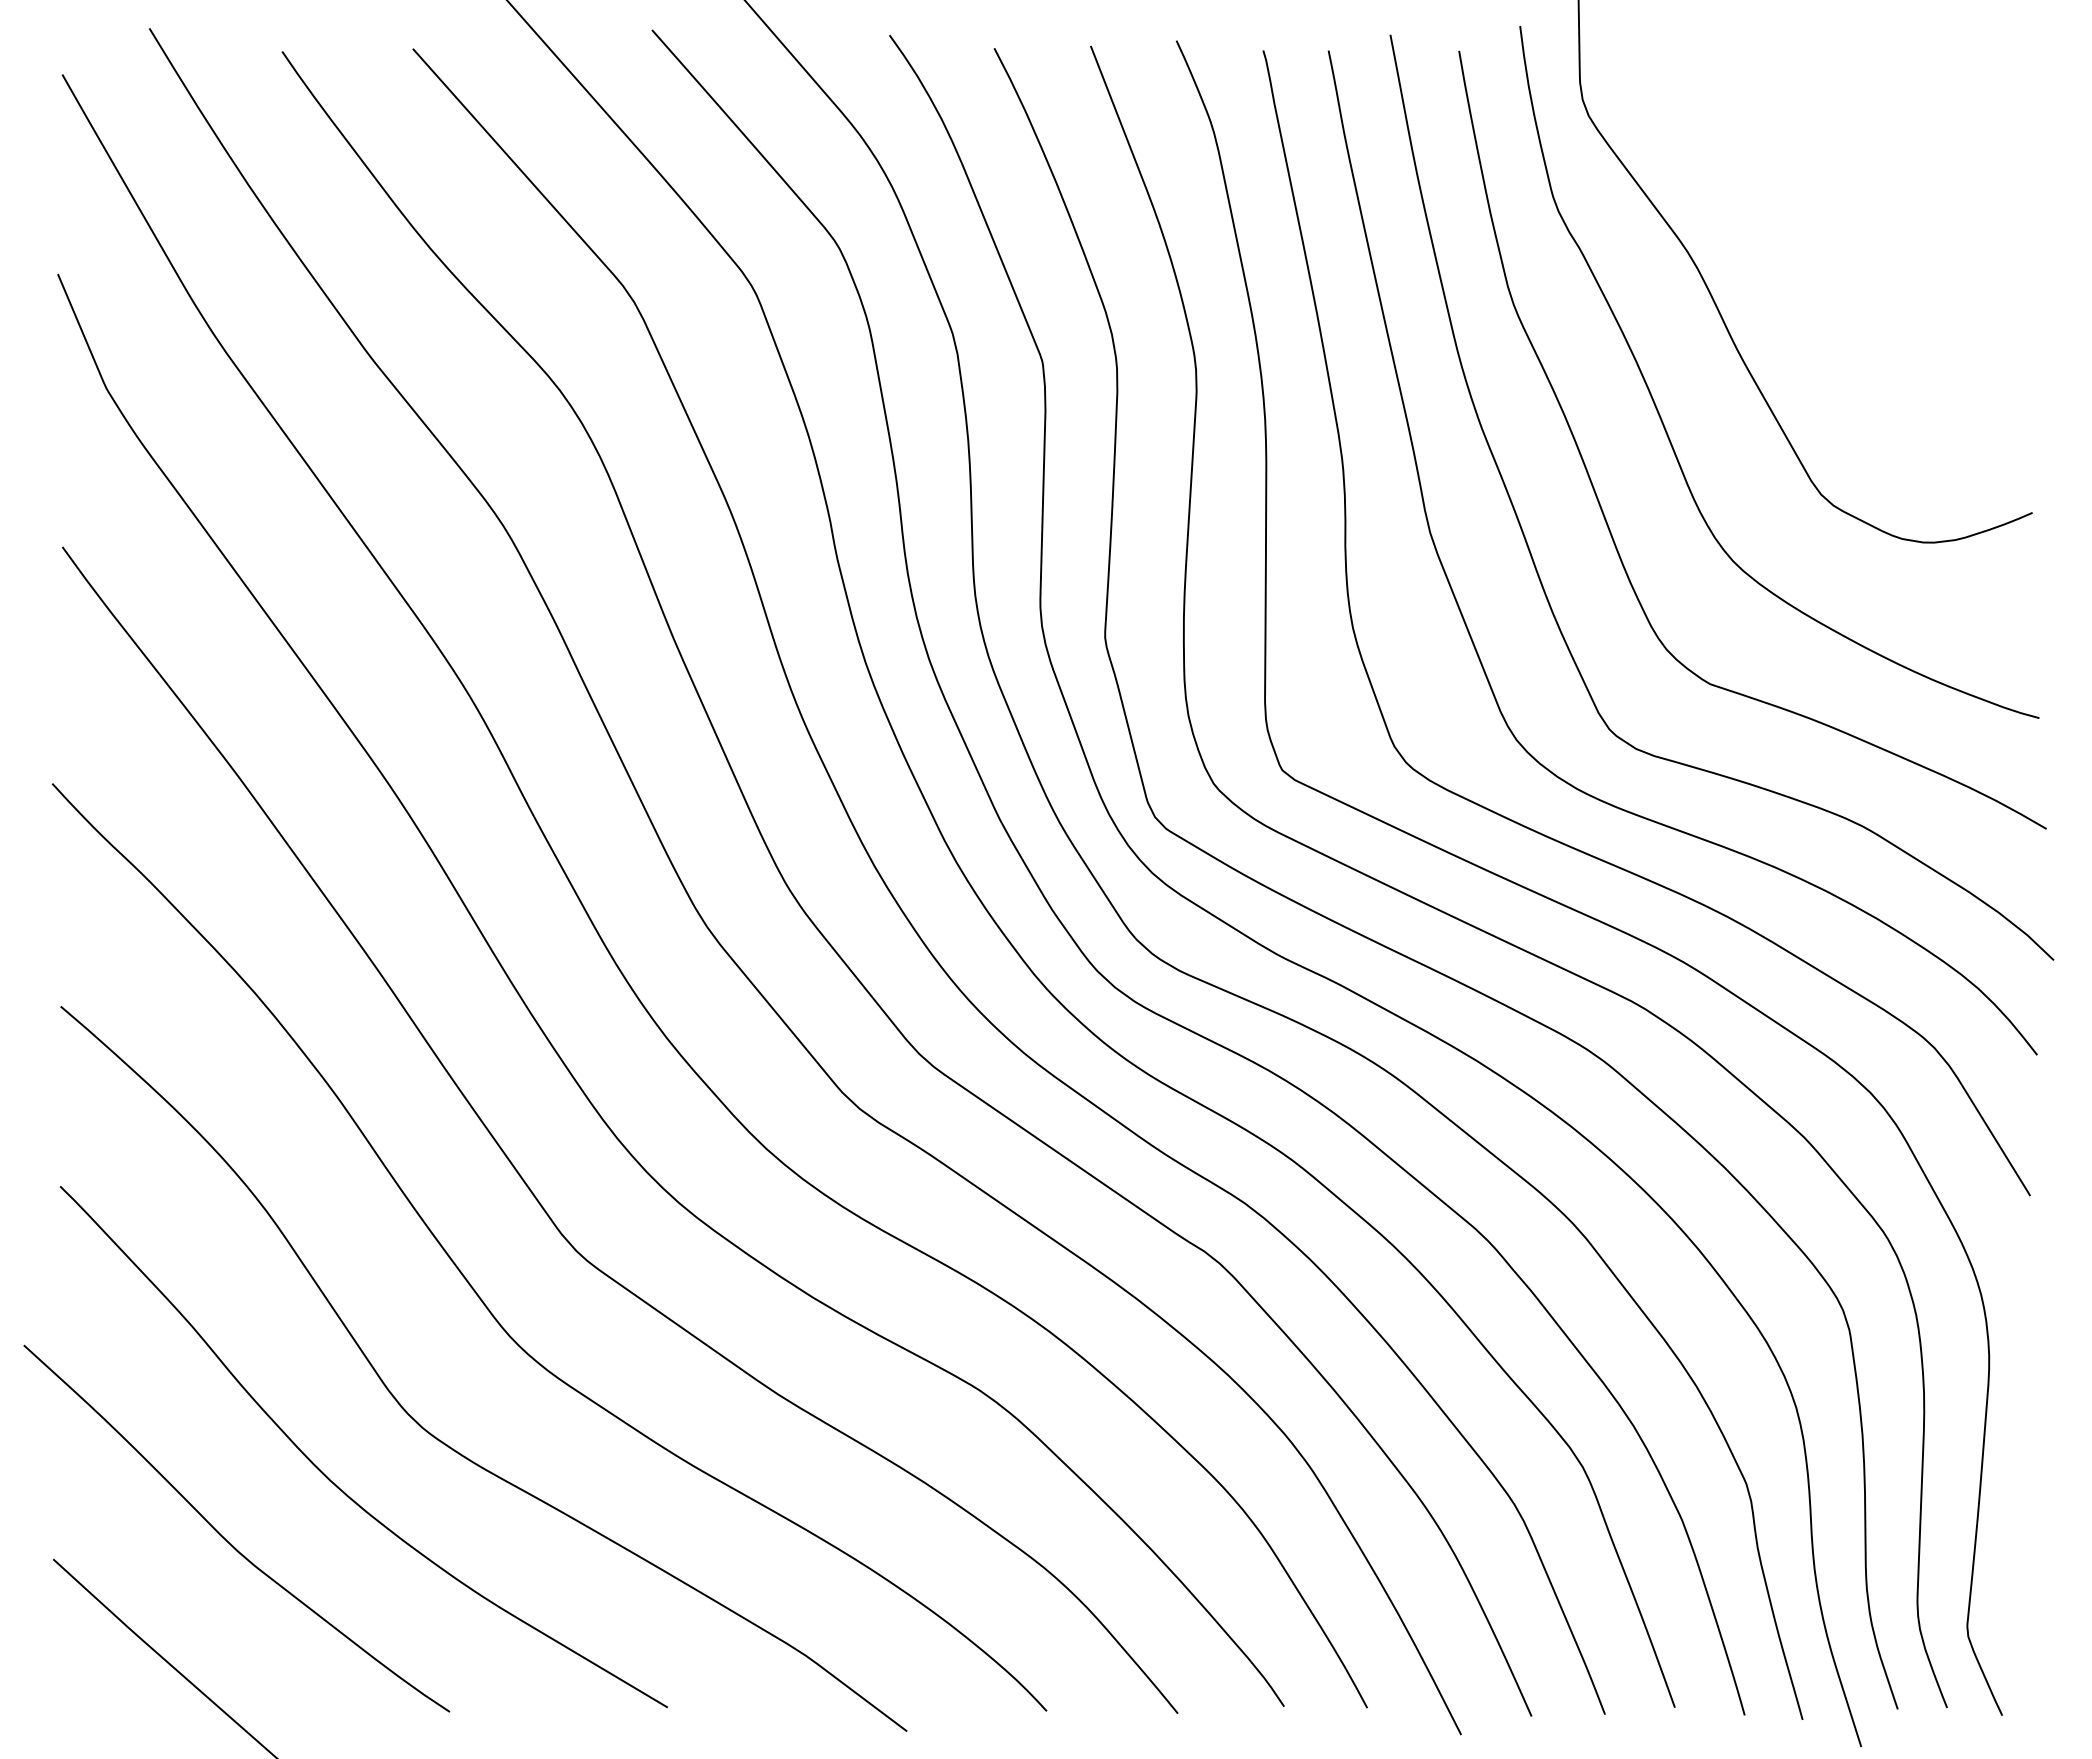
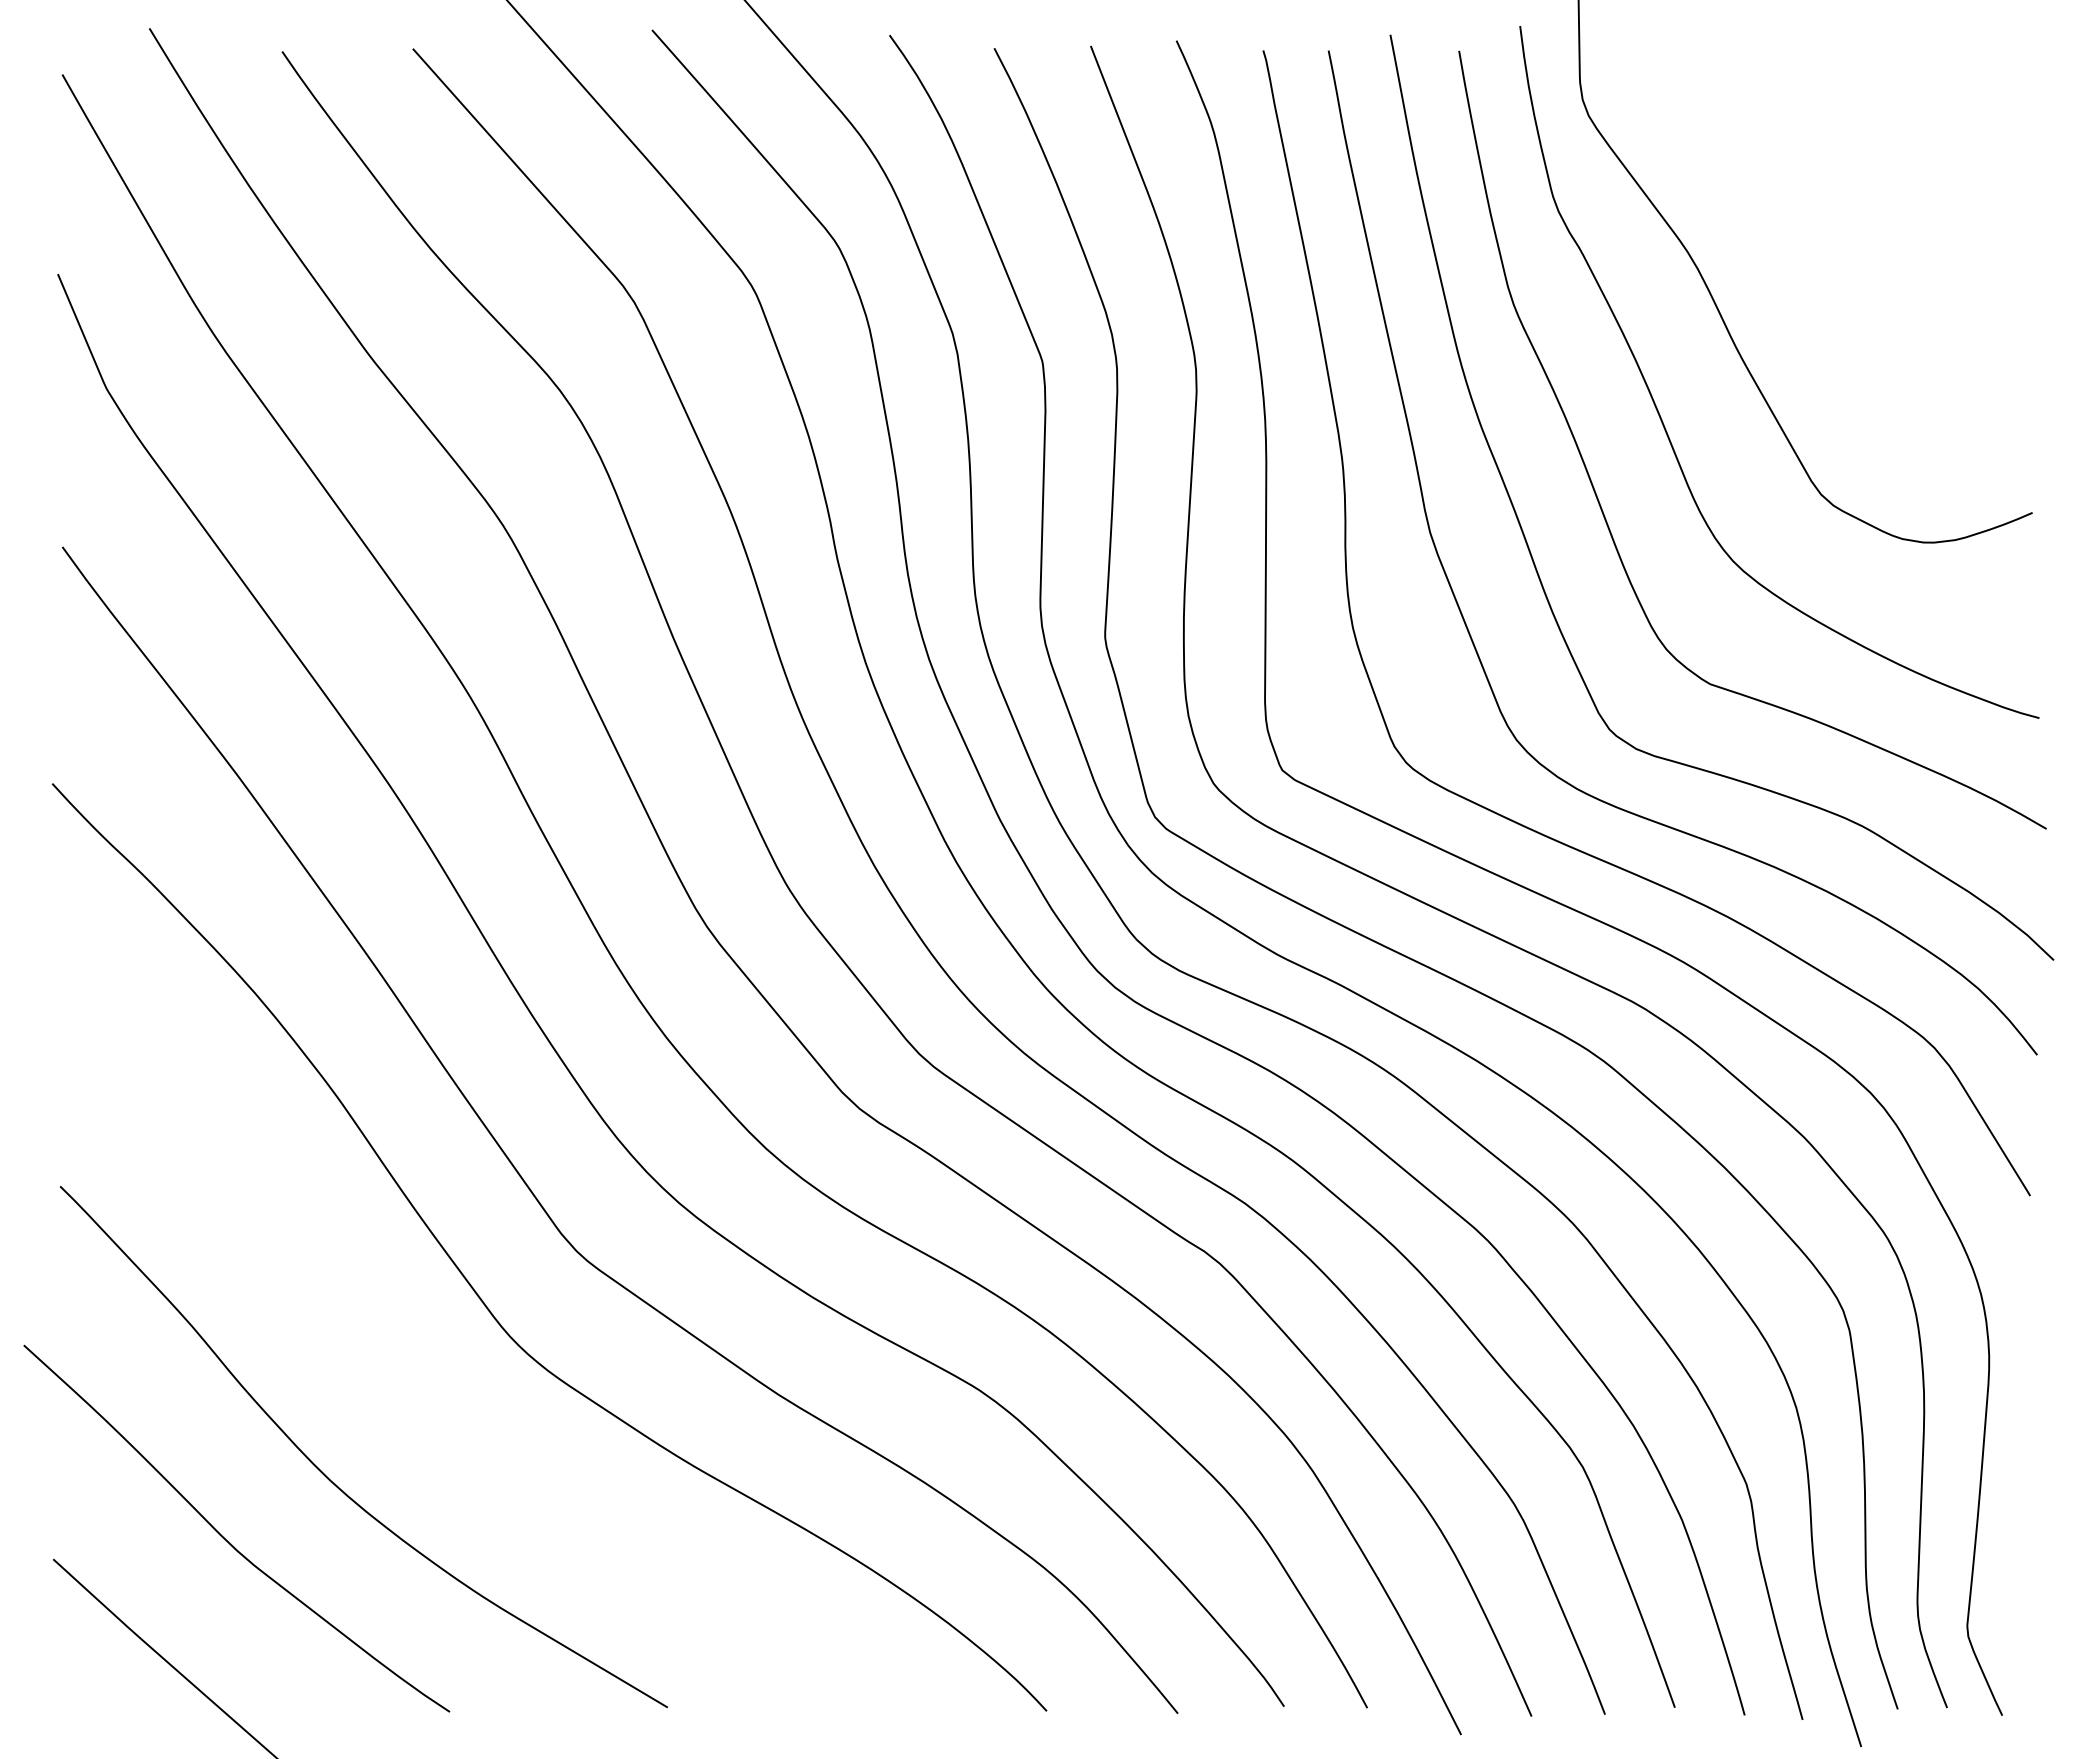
curve at (434, 1435): present -> none
